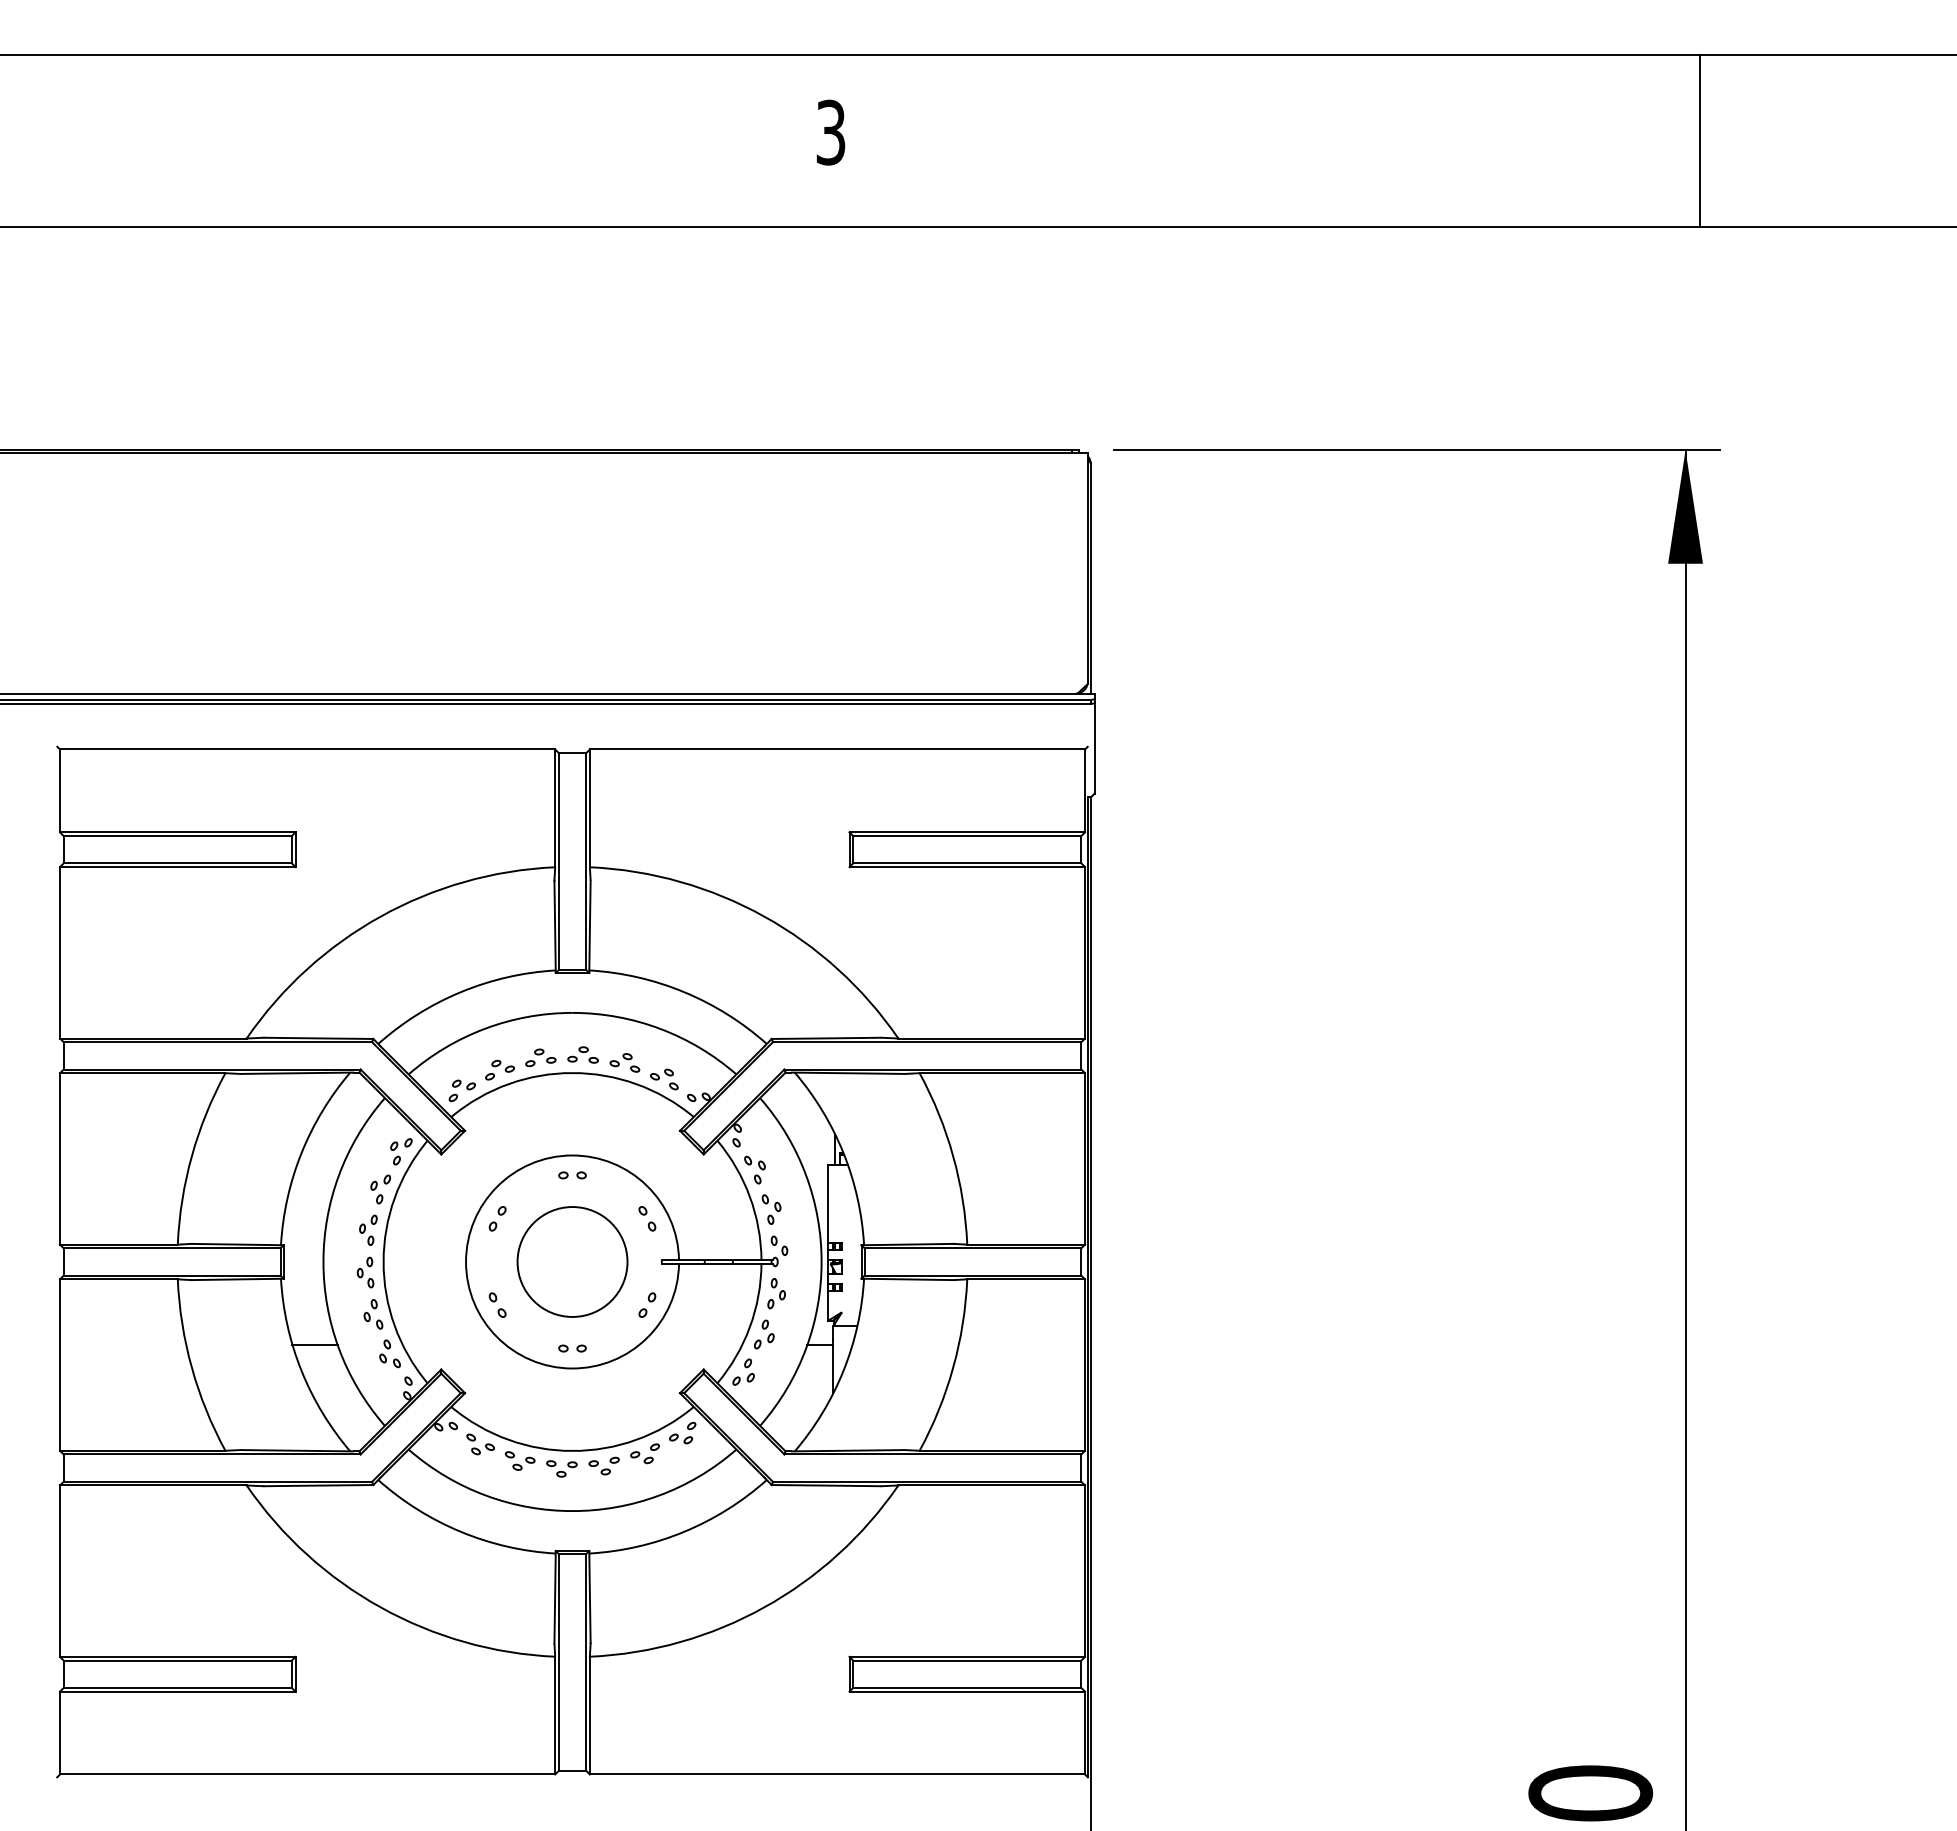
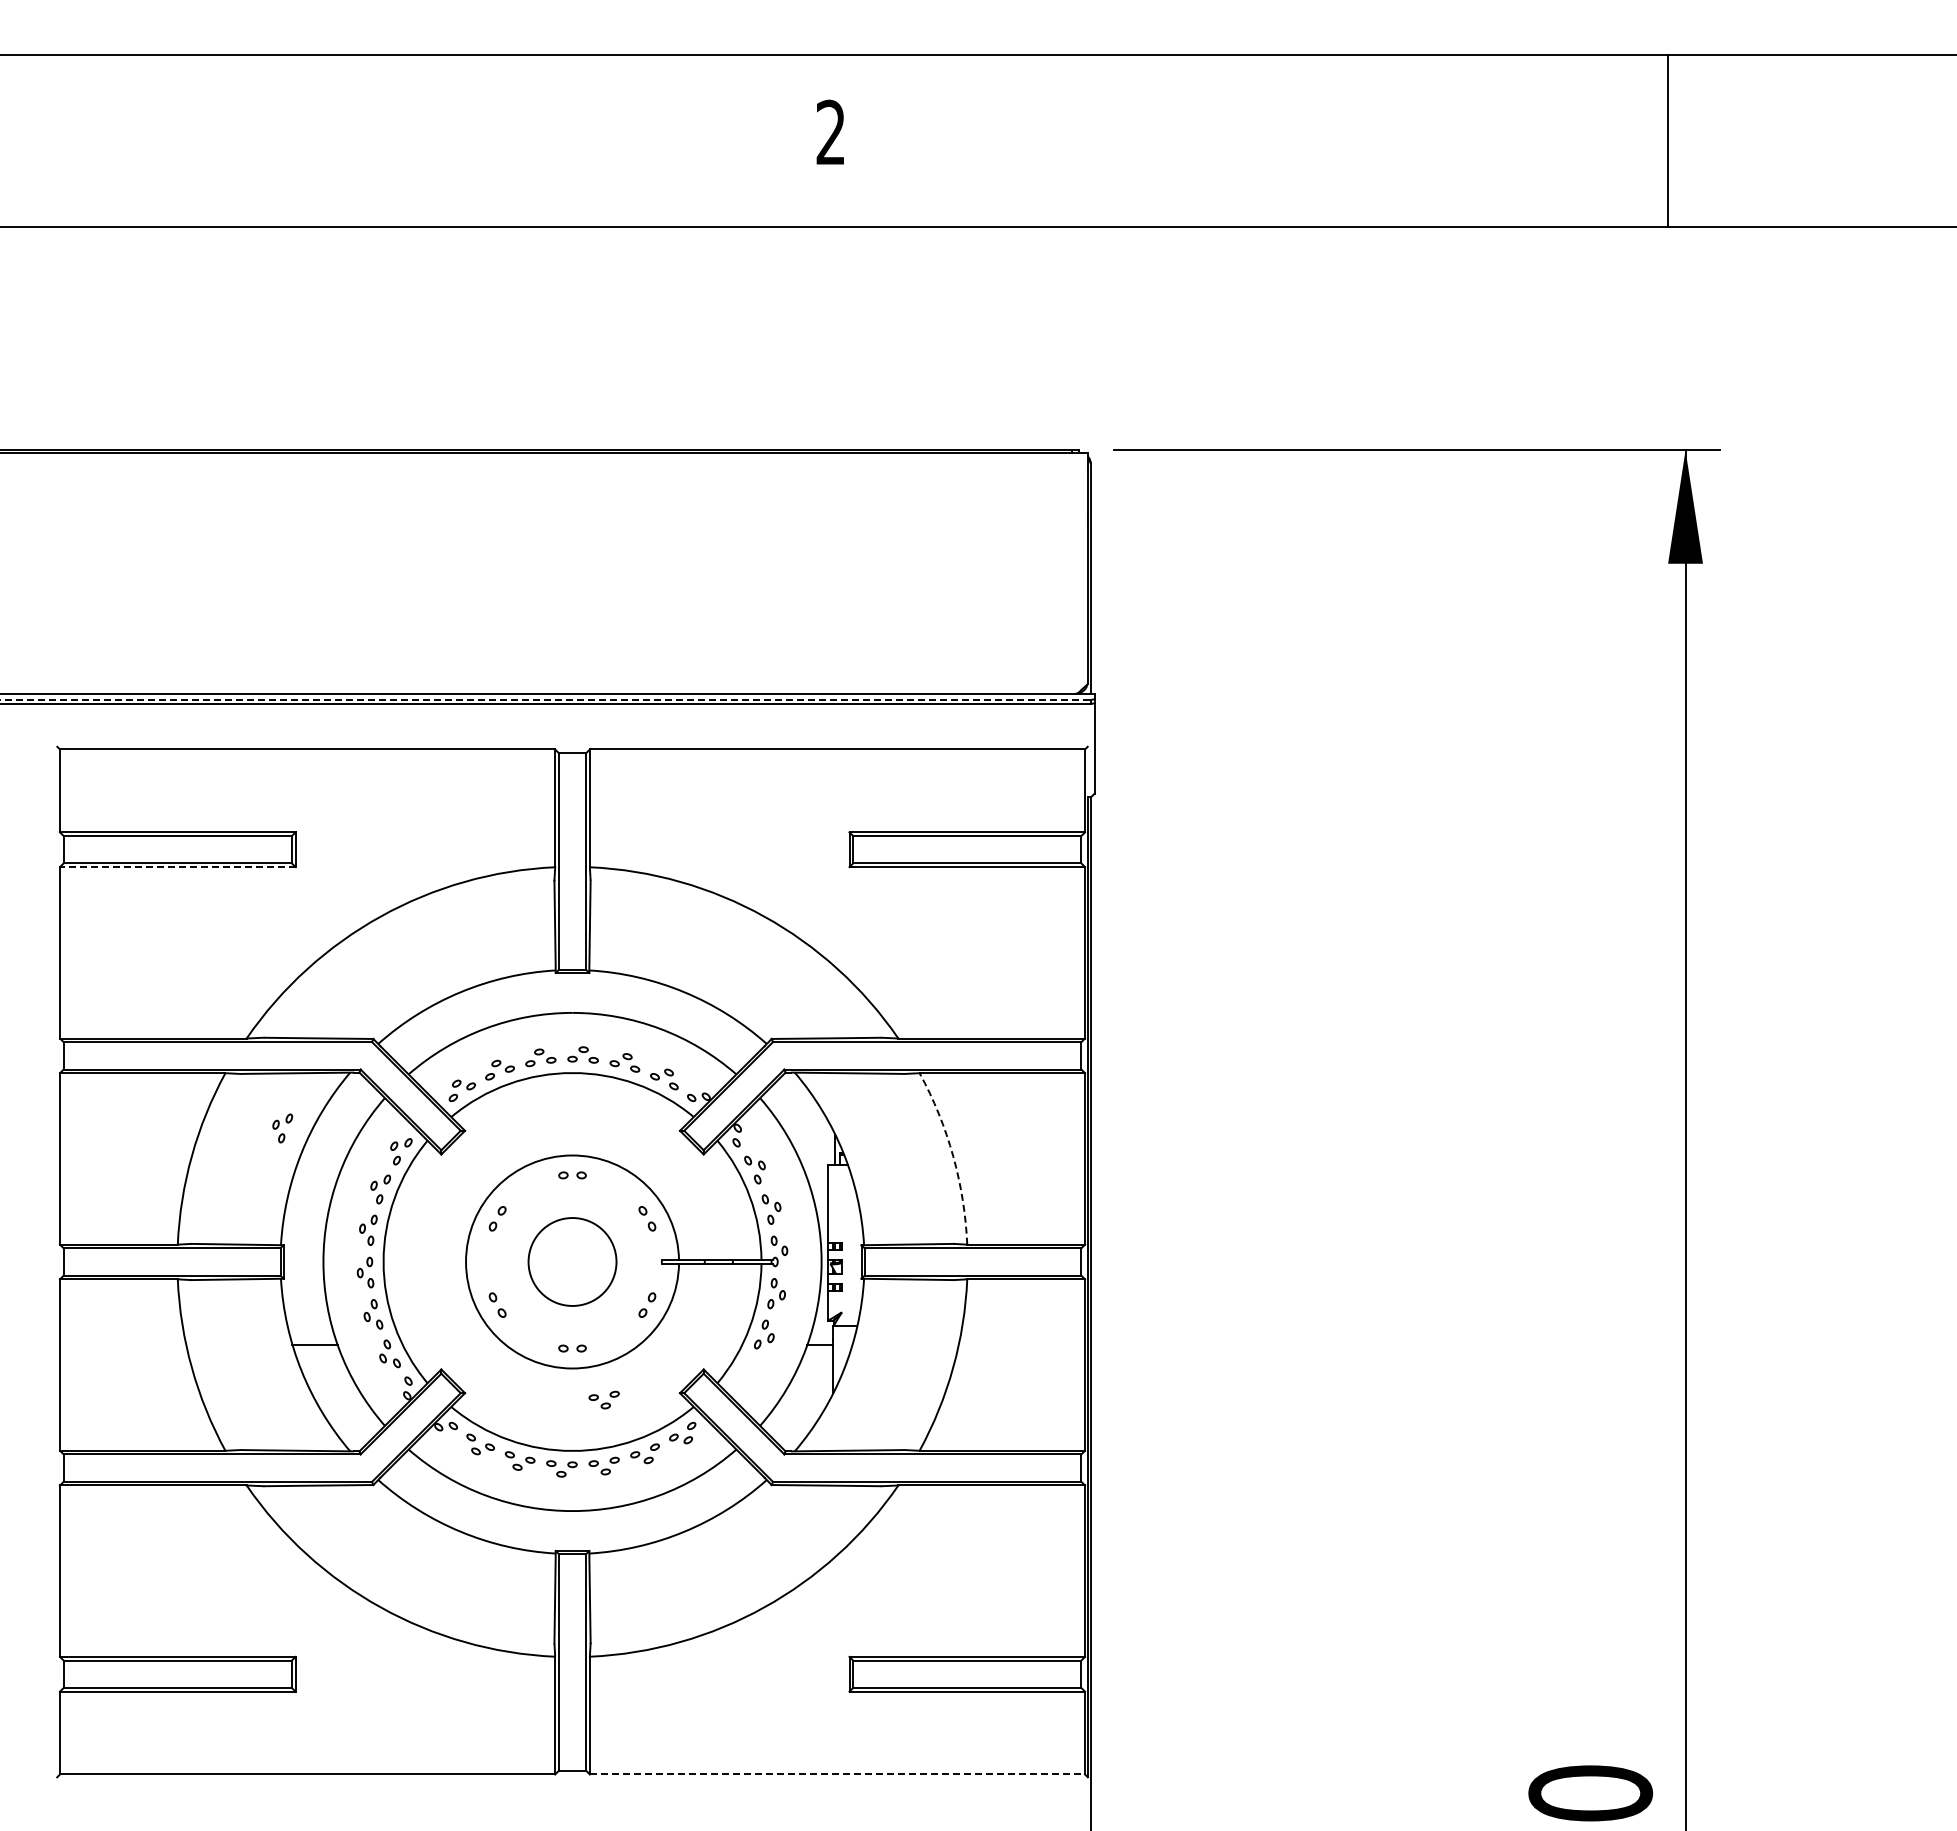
text at (830, 132): 3 -> 2
line at (1699, 140) position: (1699, 140) -> (1667, 140)
line at (546, 699): solid -> dashed
line at (177, 867): solid -> dashed
part at (282, 1128): none -> present
arc at (953, 1156): solid -> dashed
circle at (572, 1261) diameter: 110 px -> 88 px
part at (743, 1371): present -> none
part at (603, 1399): none -> present
line at (837, 1774): solid -> dashed
